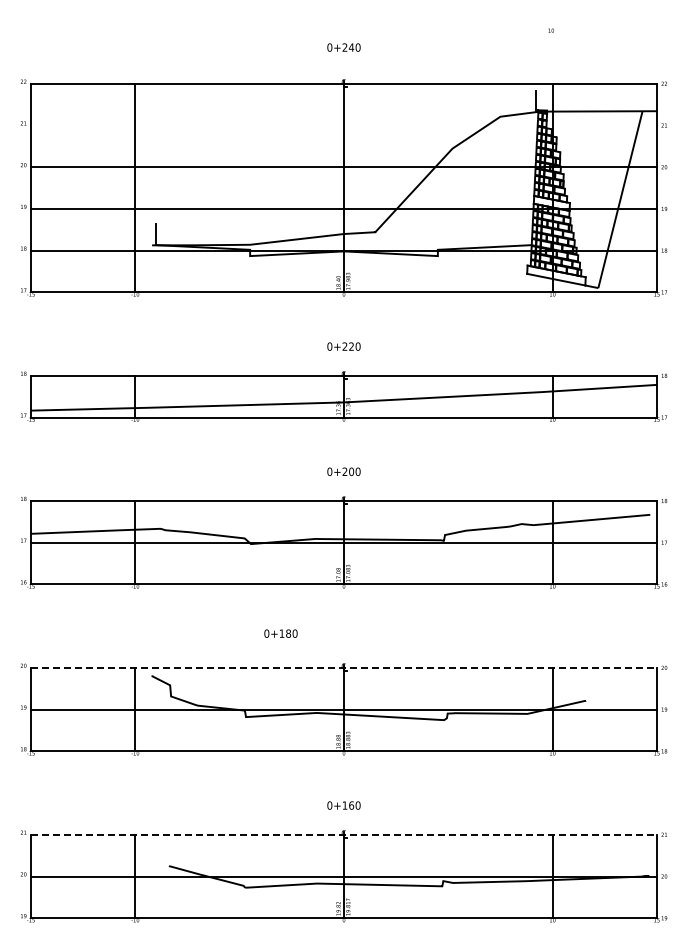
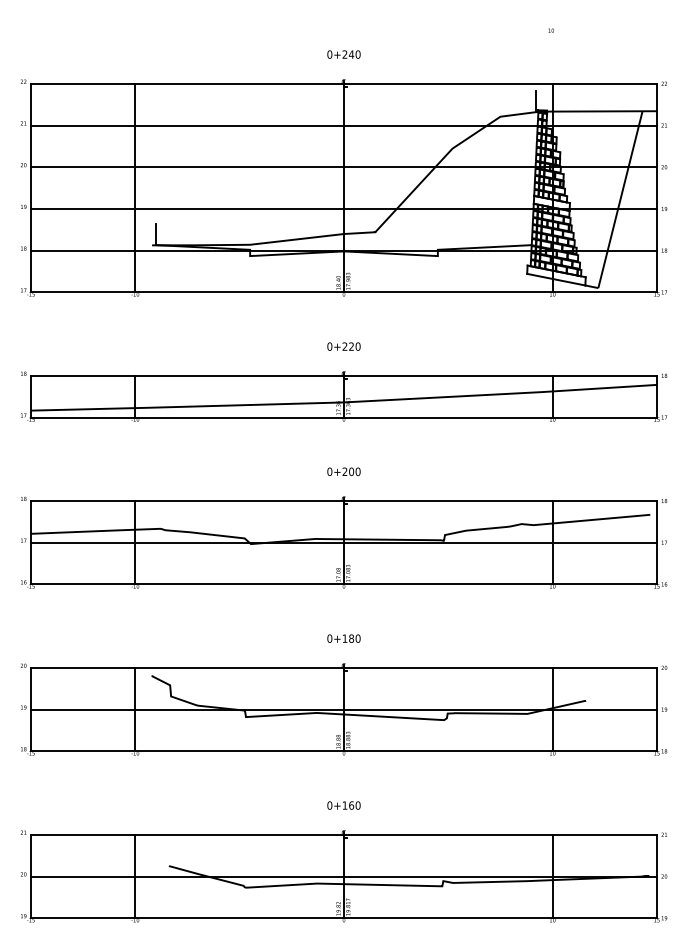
text at (343, 47) position: (343, 47) -> (343, 54)
line at (343, 125): none -> present
text at (280, 633) position: (280, 633) -> (343, 638)
line at (344, 667): dashed -> solid
line at (344, 834): dashed -> solid
